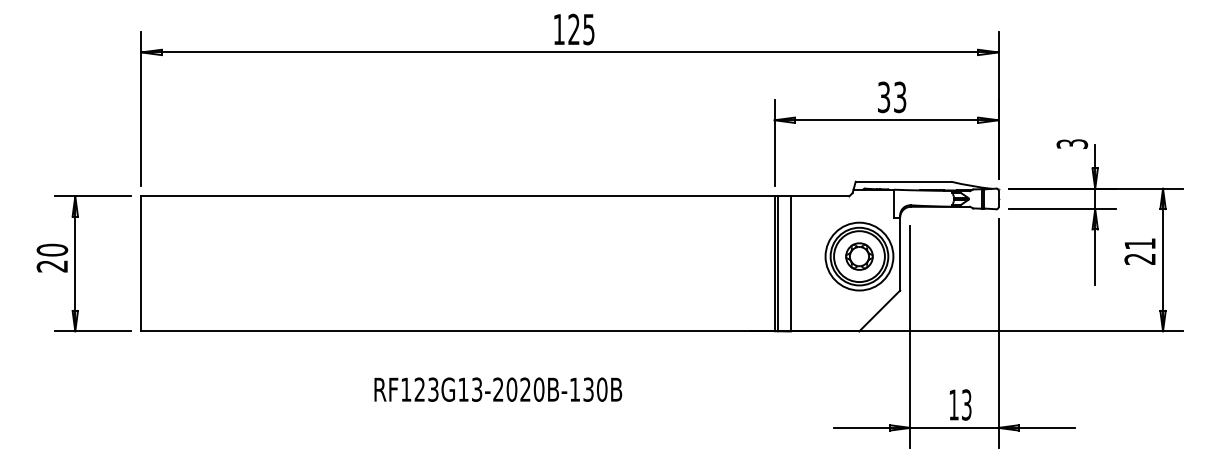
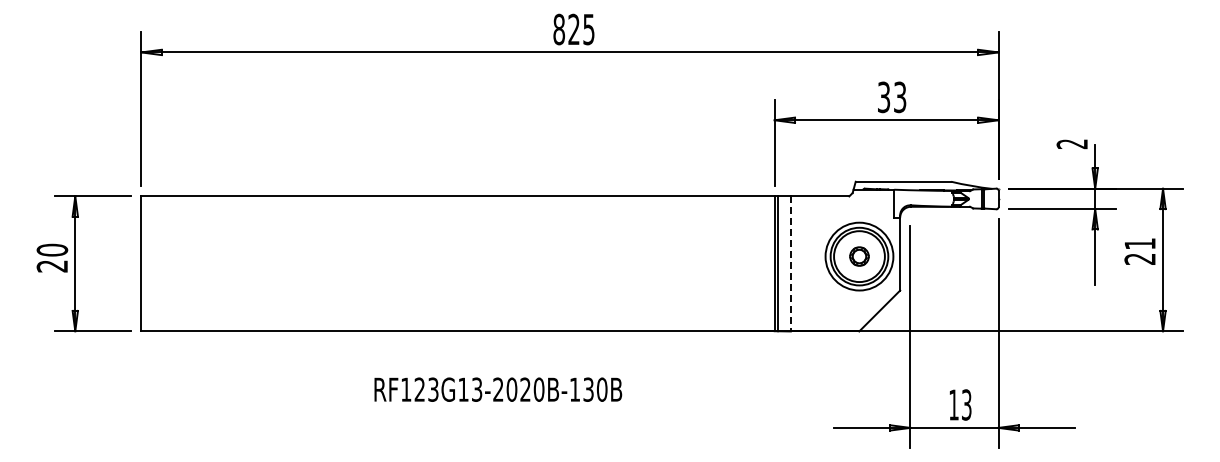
text at (559, 29): 125 -> 825
text at (1072, 143): 3 -> 2
part at (859, 256) size: 29x29 px -> 21x21 px
line at (790, 263): solid -> dashed
